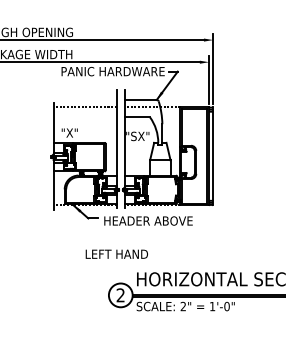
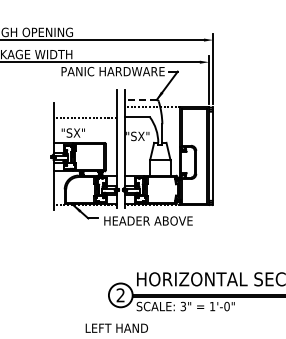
line at (140, 99): solid -> dashed
line at (84, 107) position: (84, 107) -> (84, 118)
text at (75, 132): "X" -> "SX"
text at (116, 253) position: (116, 253) -> (116, 327)
text at (183, 306): 2" -> 3"
